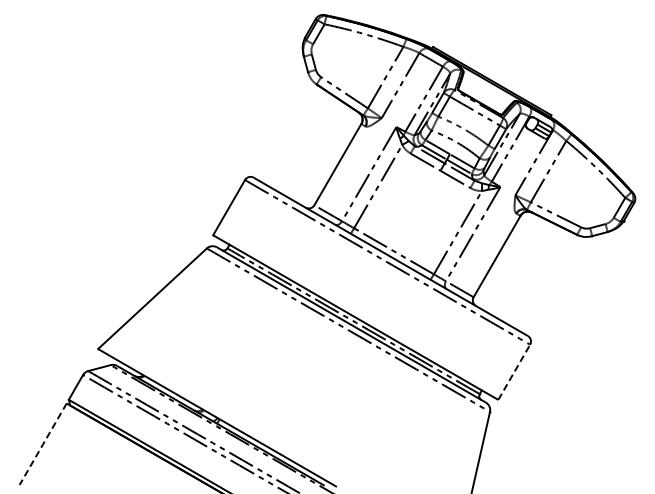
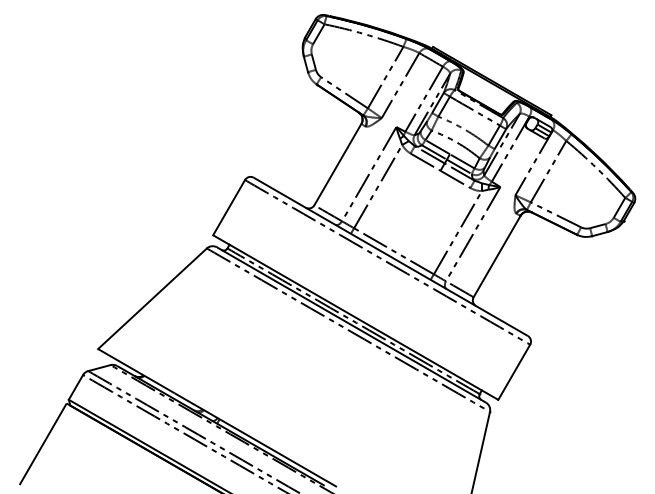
line at (514, 372): dashed -> solid
line at (42, 444): dashed -> solid
